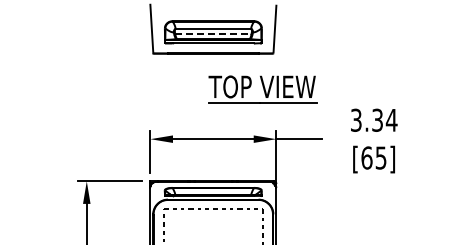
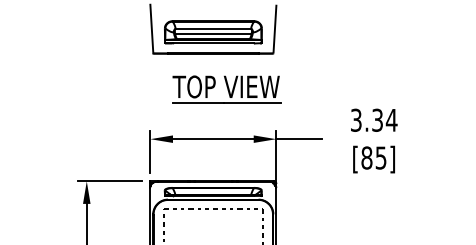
line at (213, 34): dashed -> solid
part at (262, 89) position: (262, 89) -> (226, 89)
text at (366, 157): [65] -> [85]
